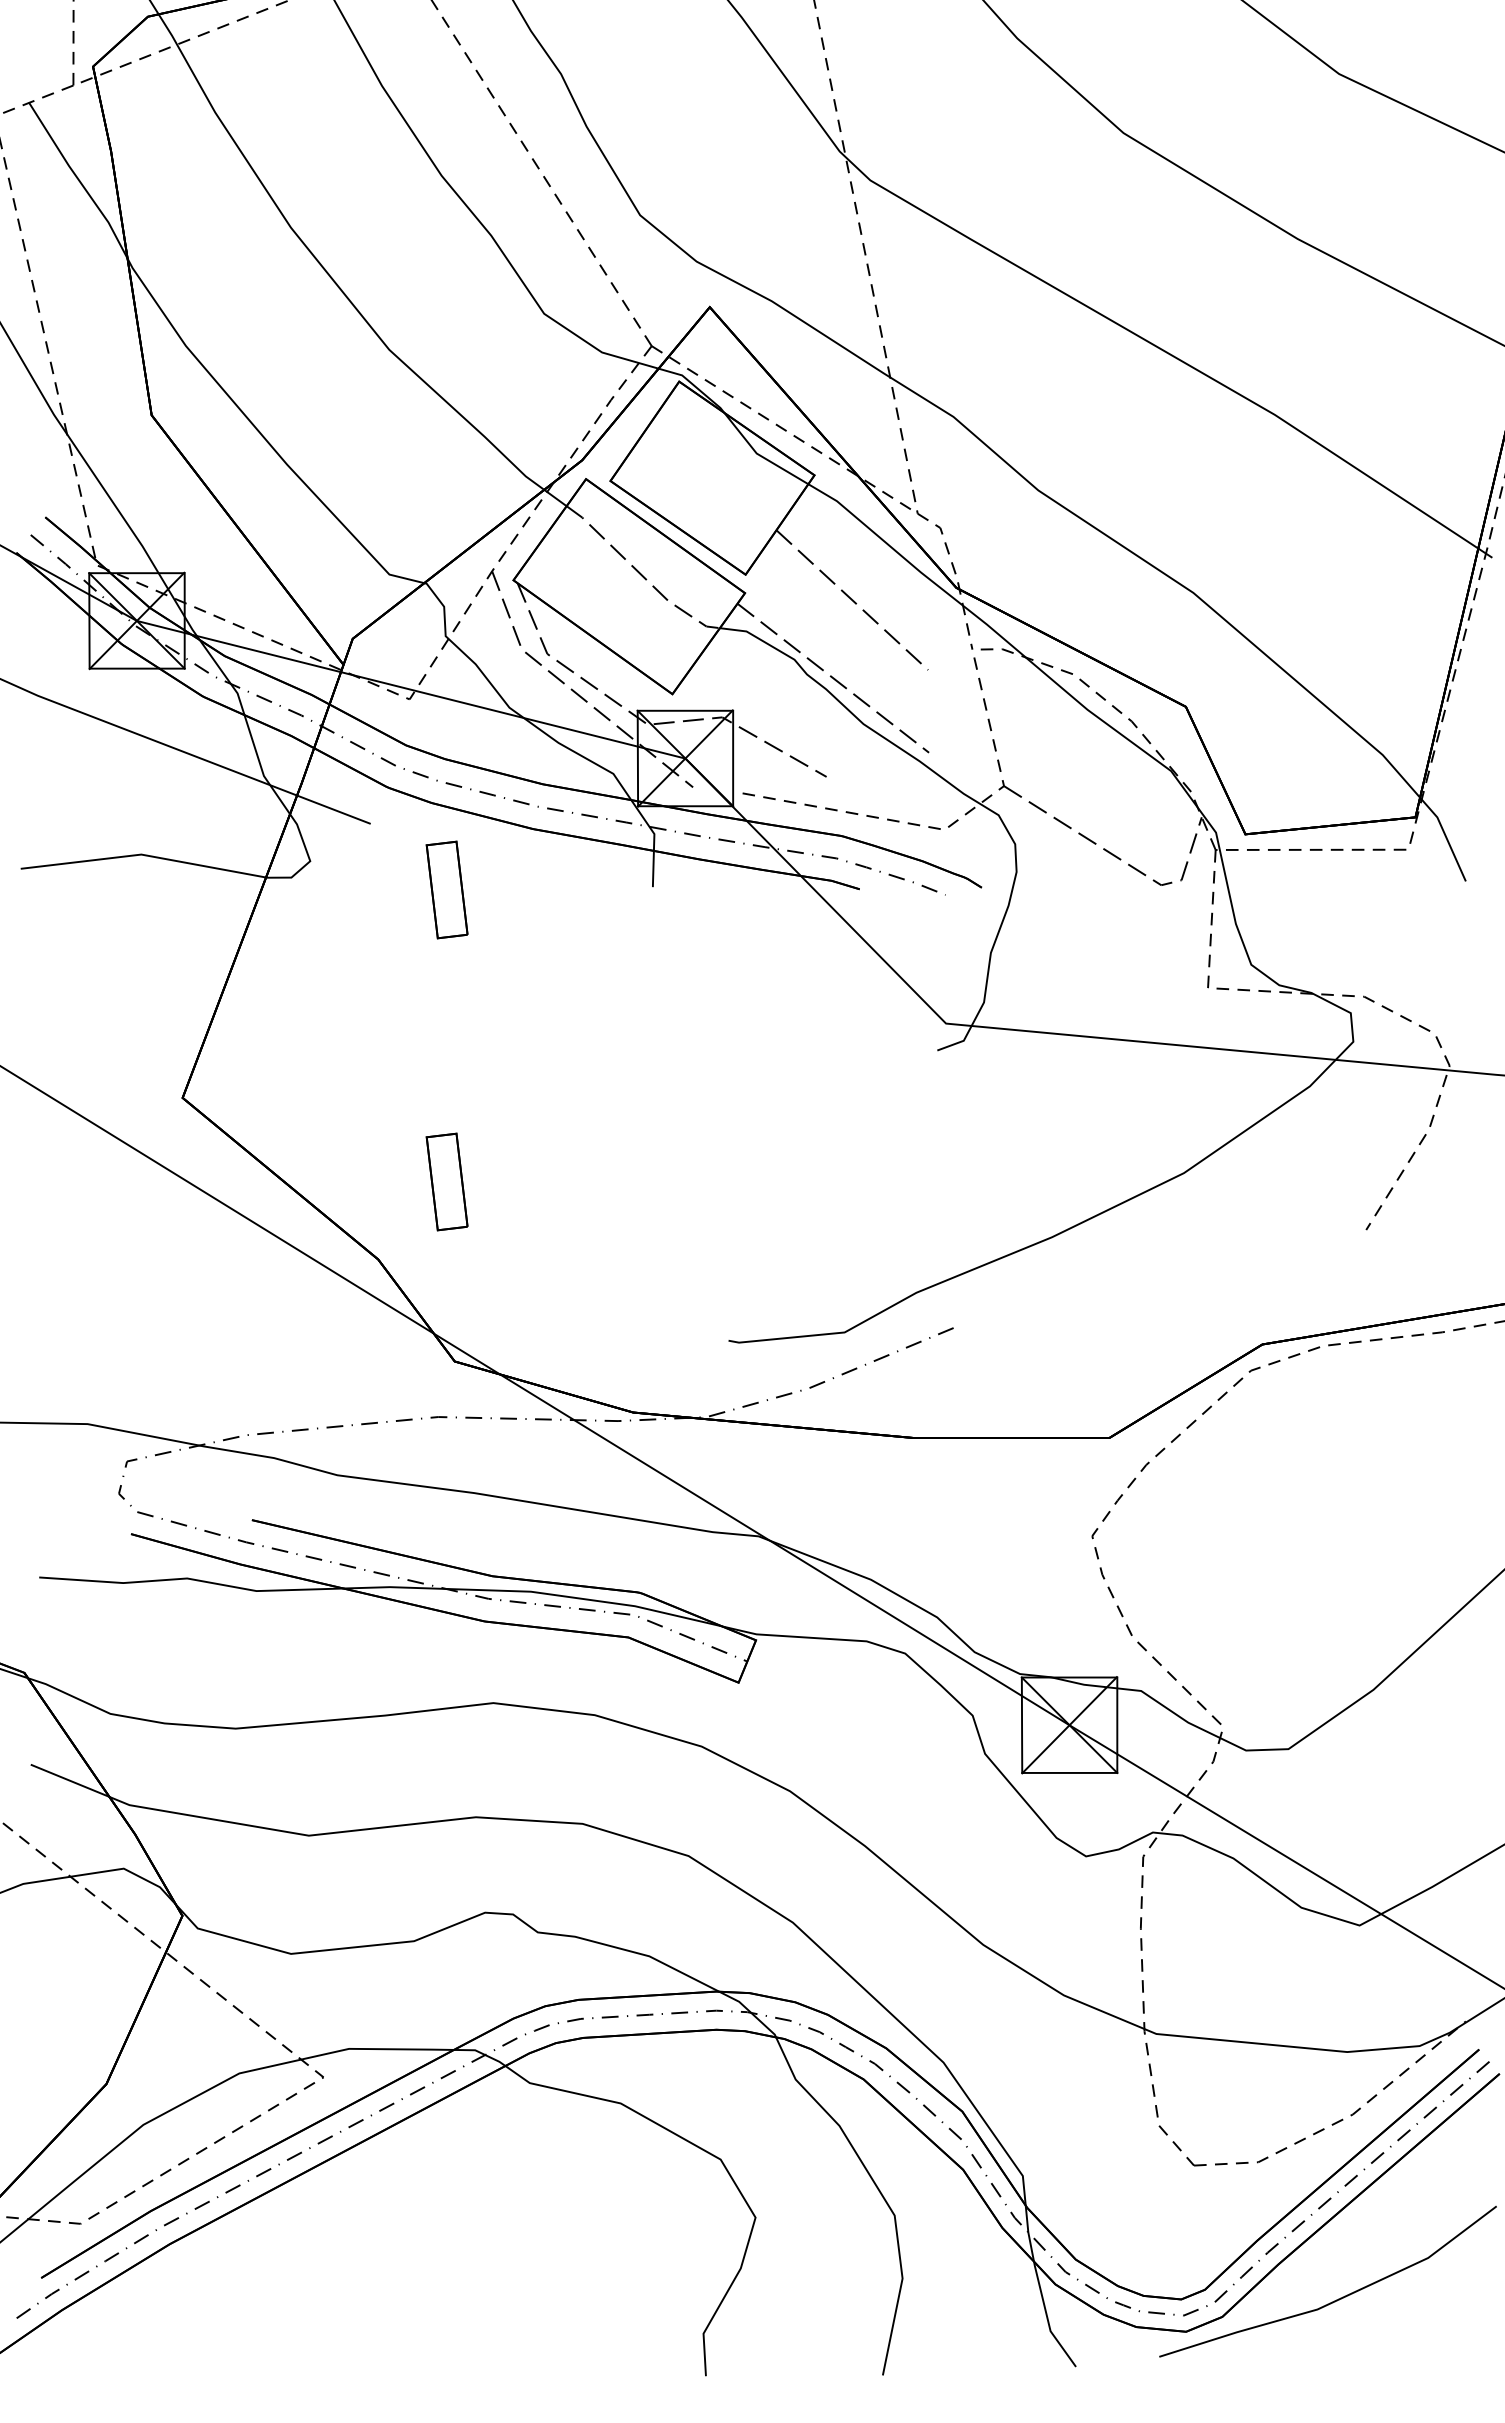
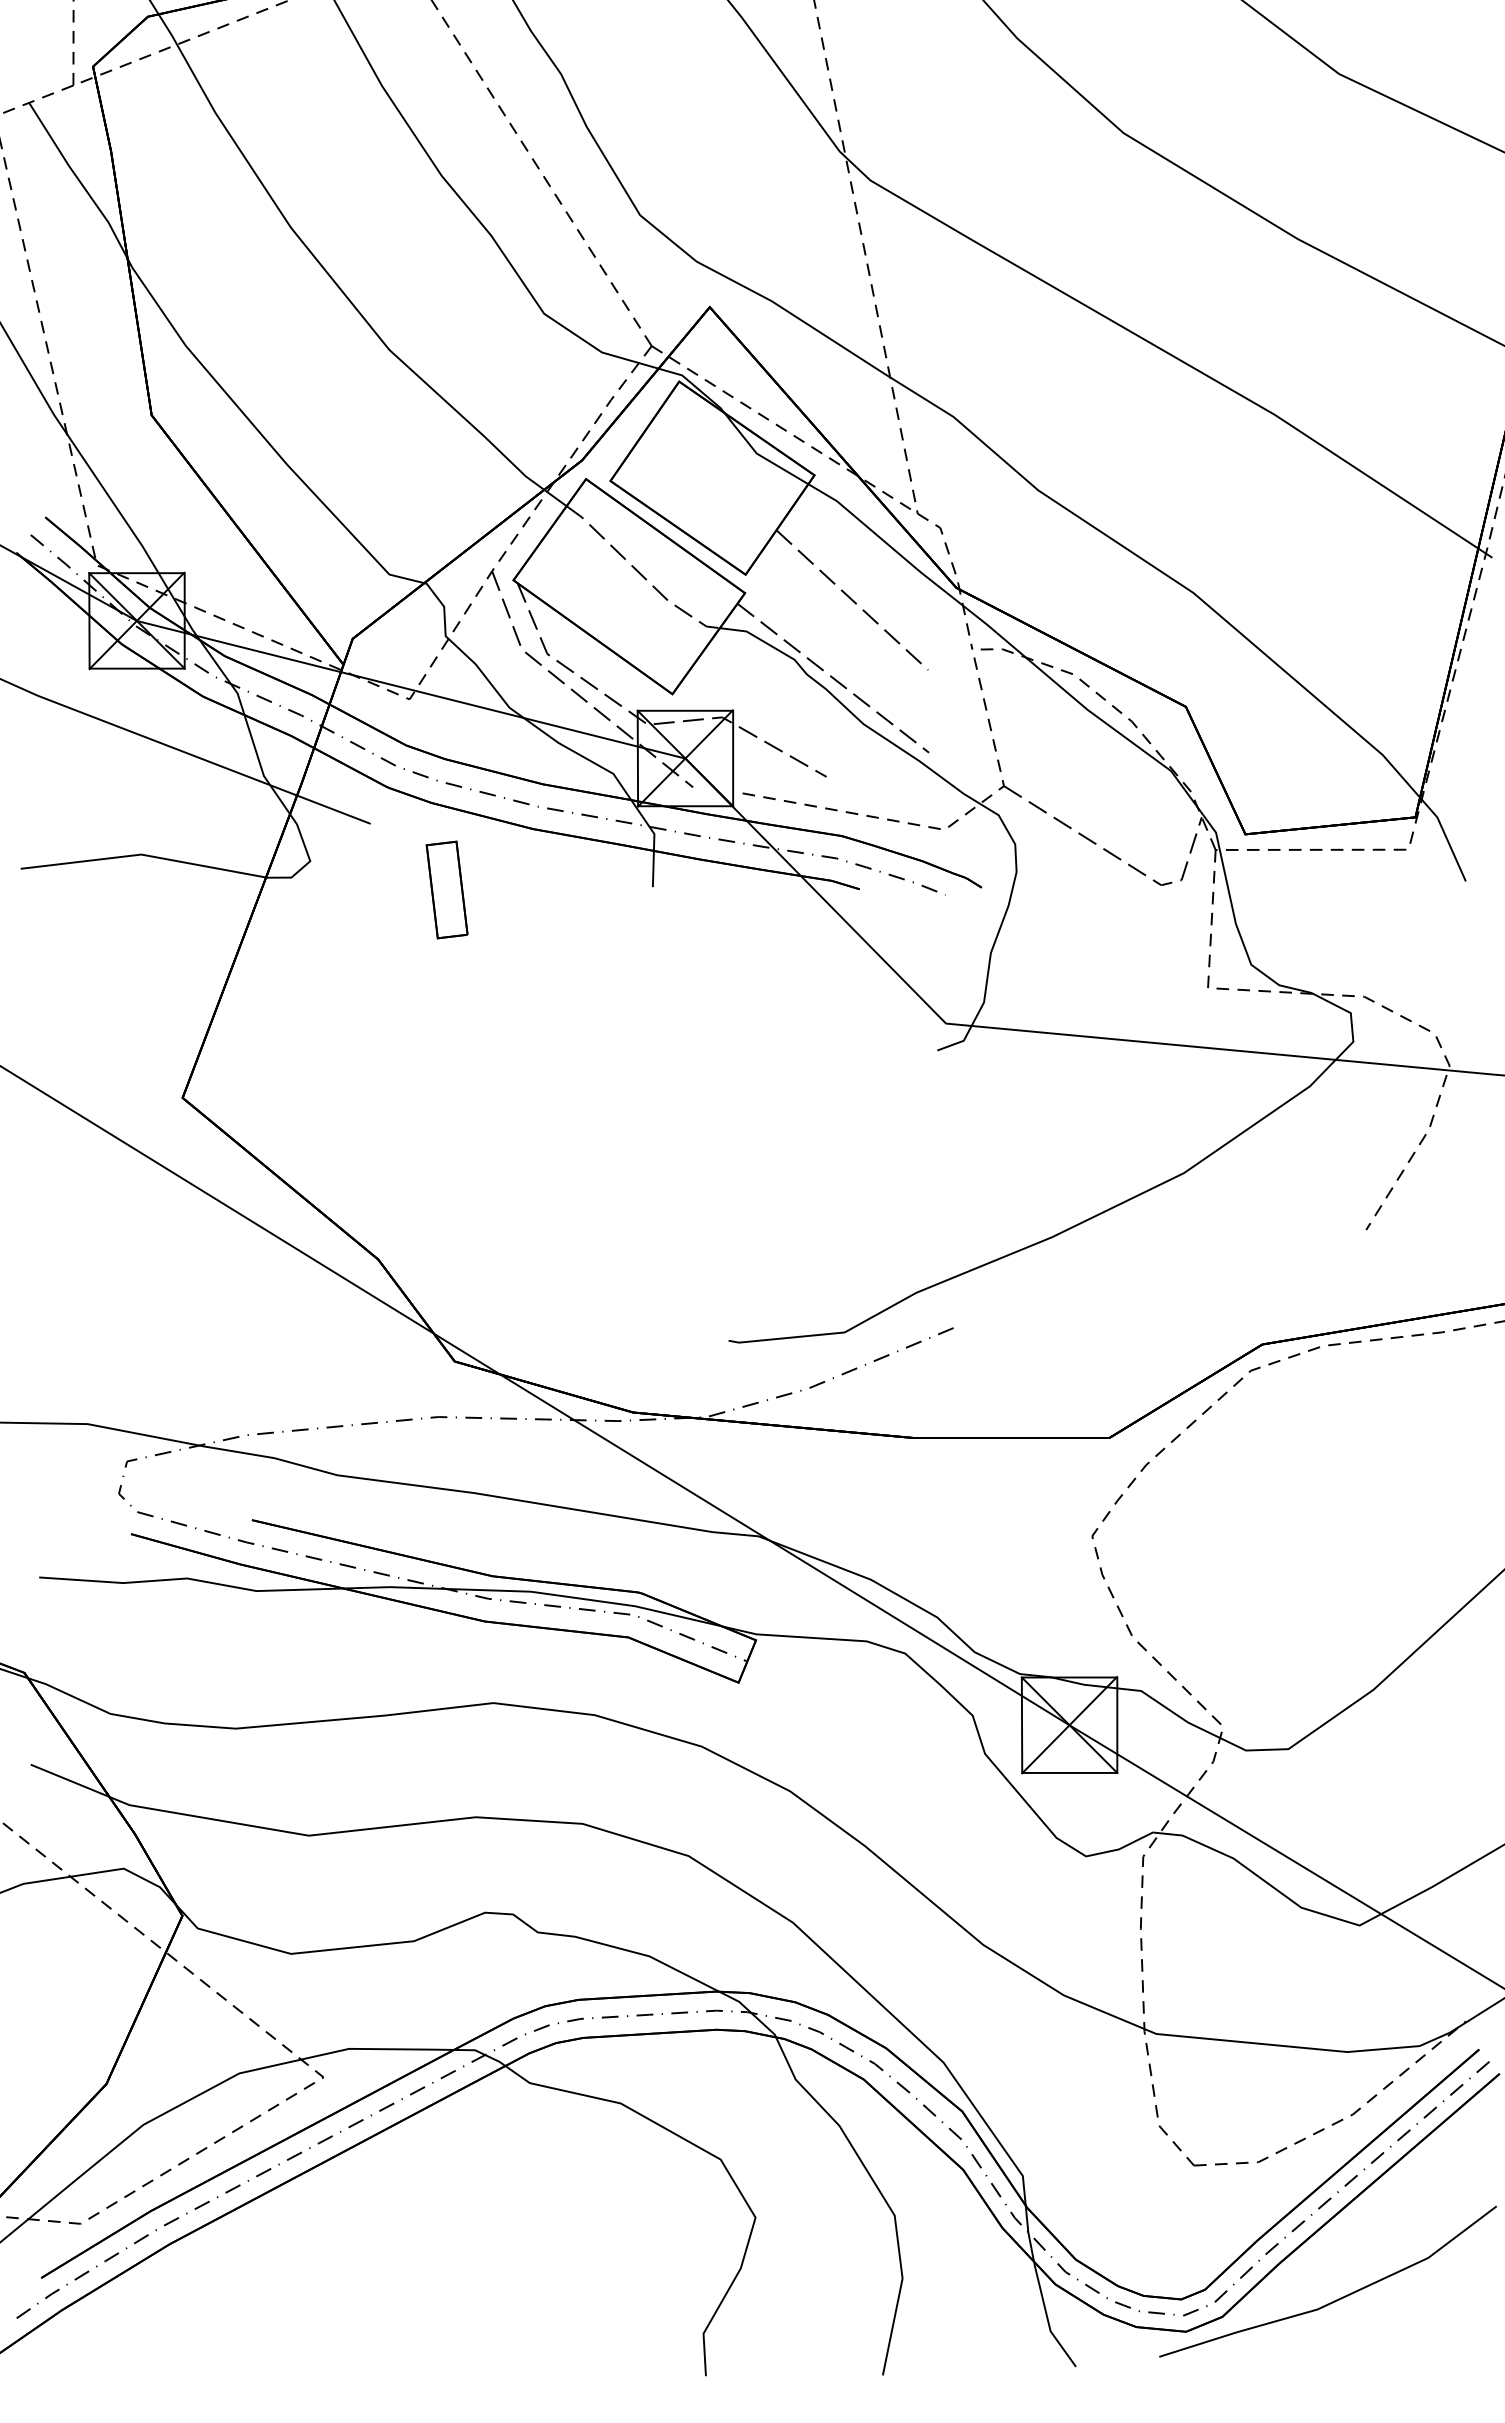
part at (446, 1181): present -> none
